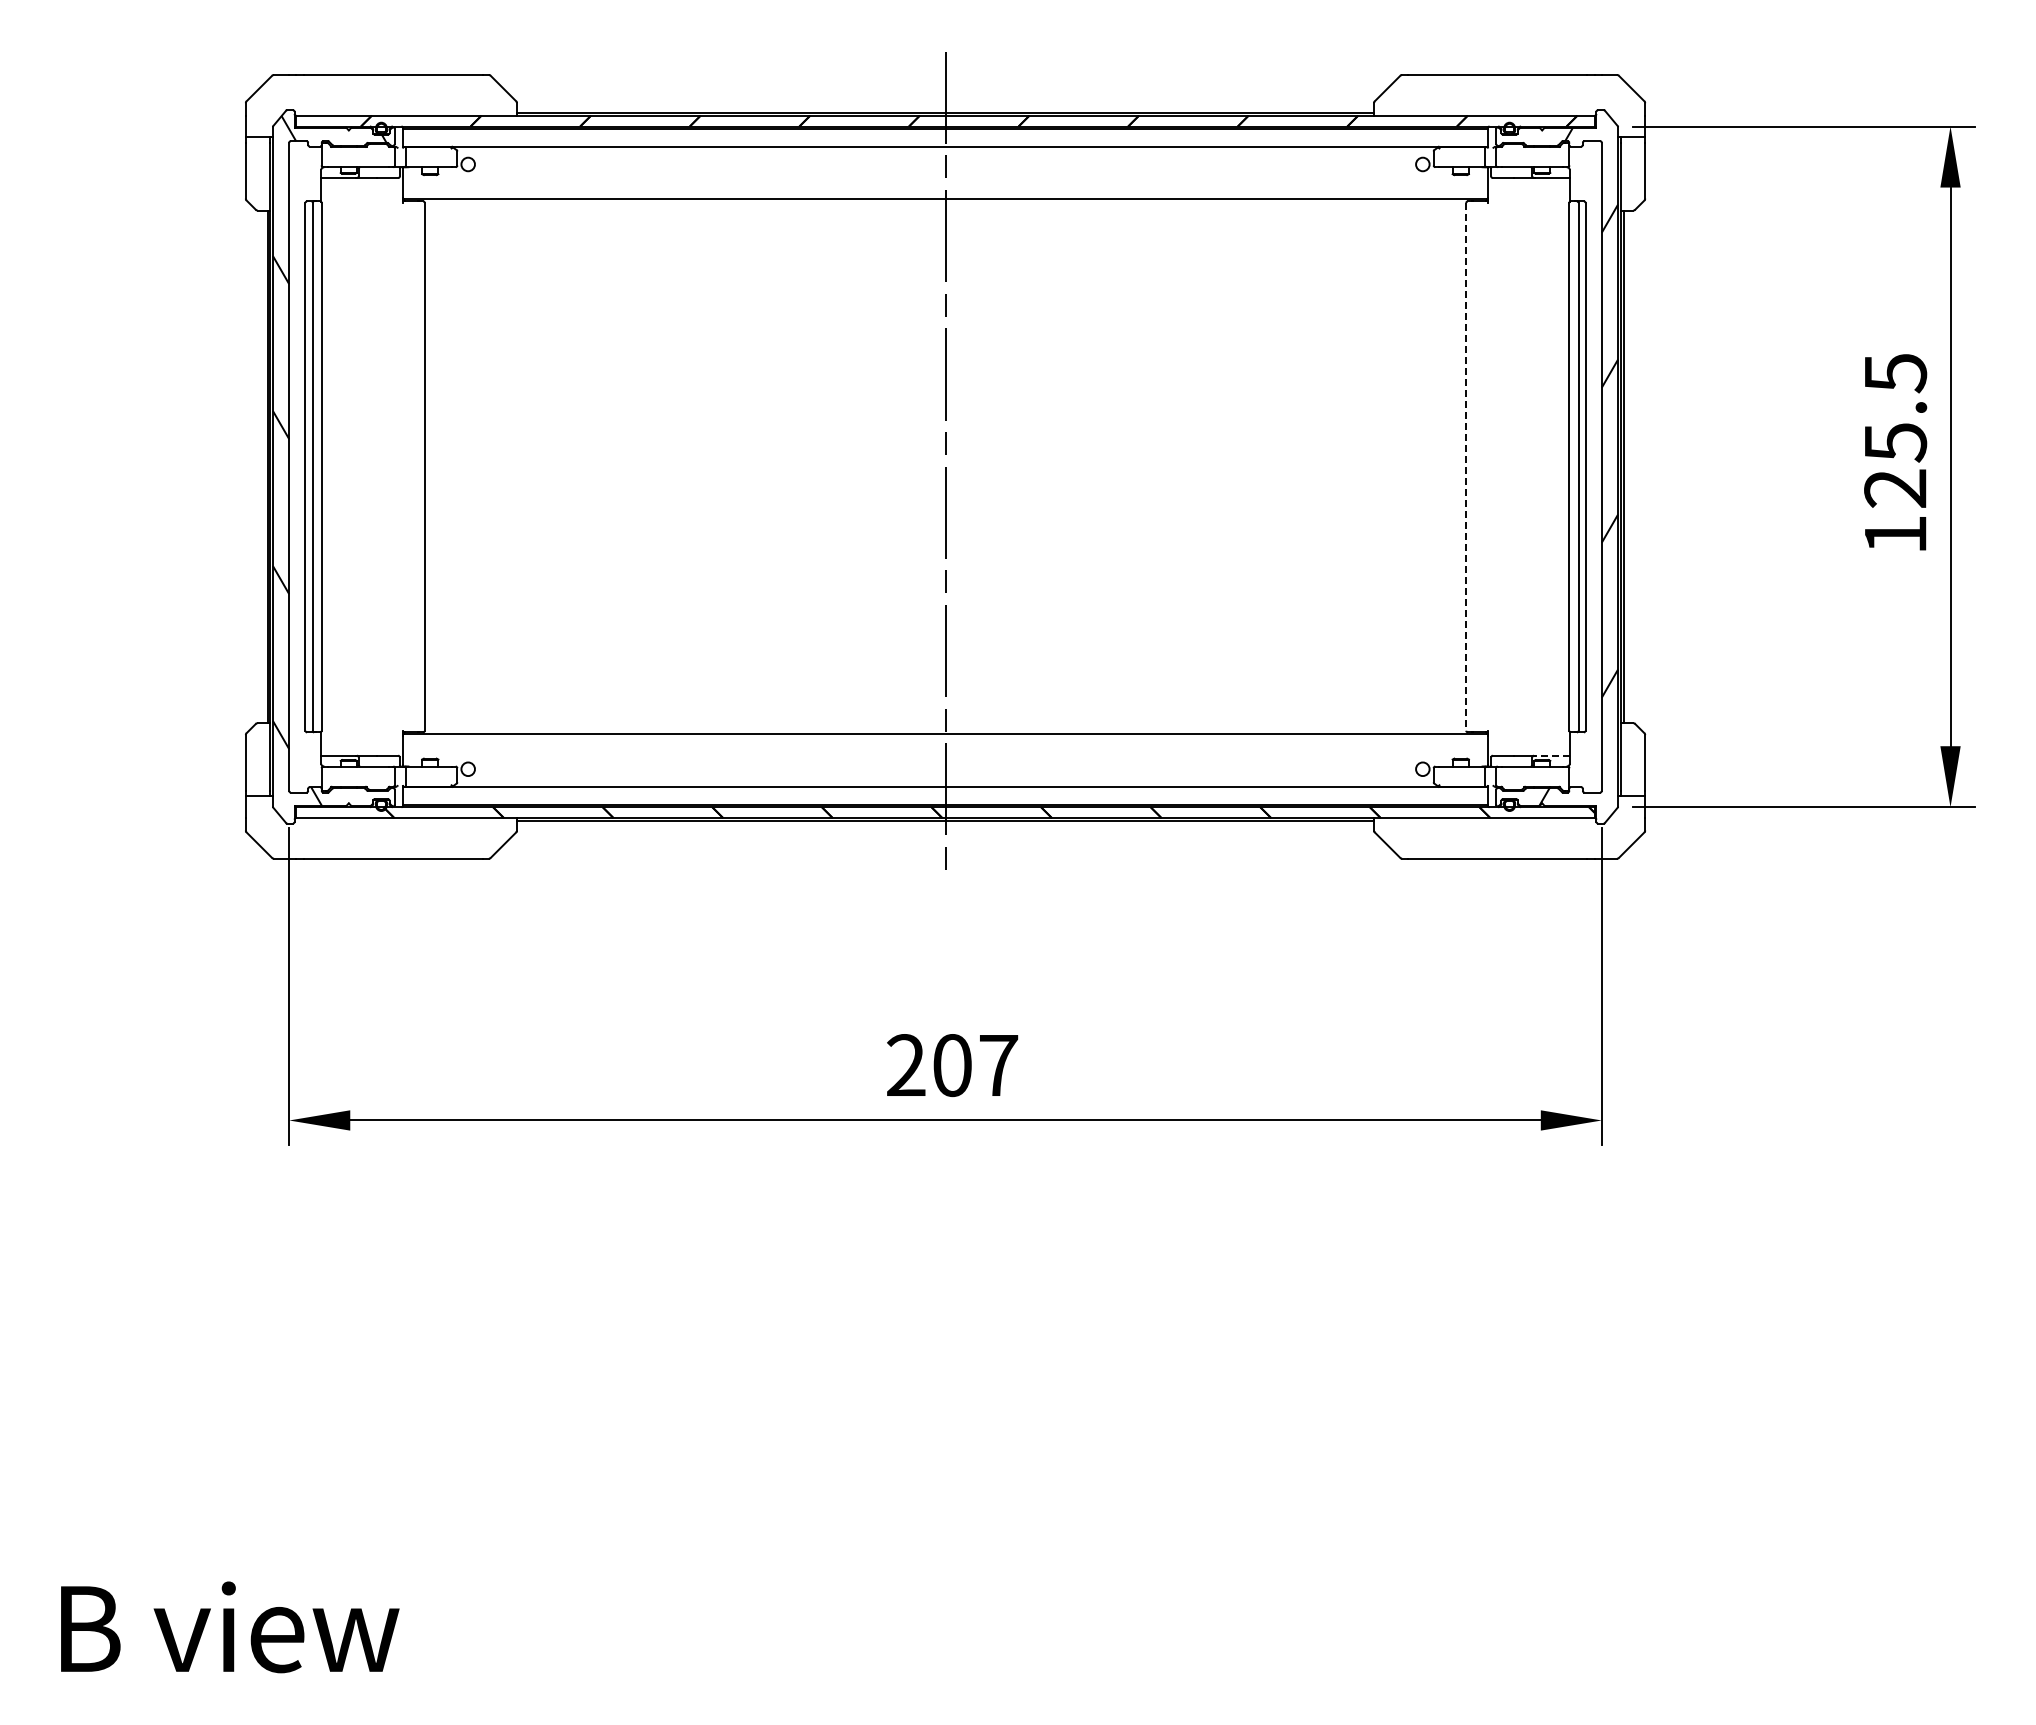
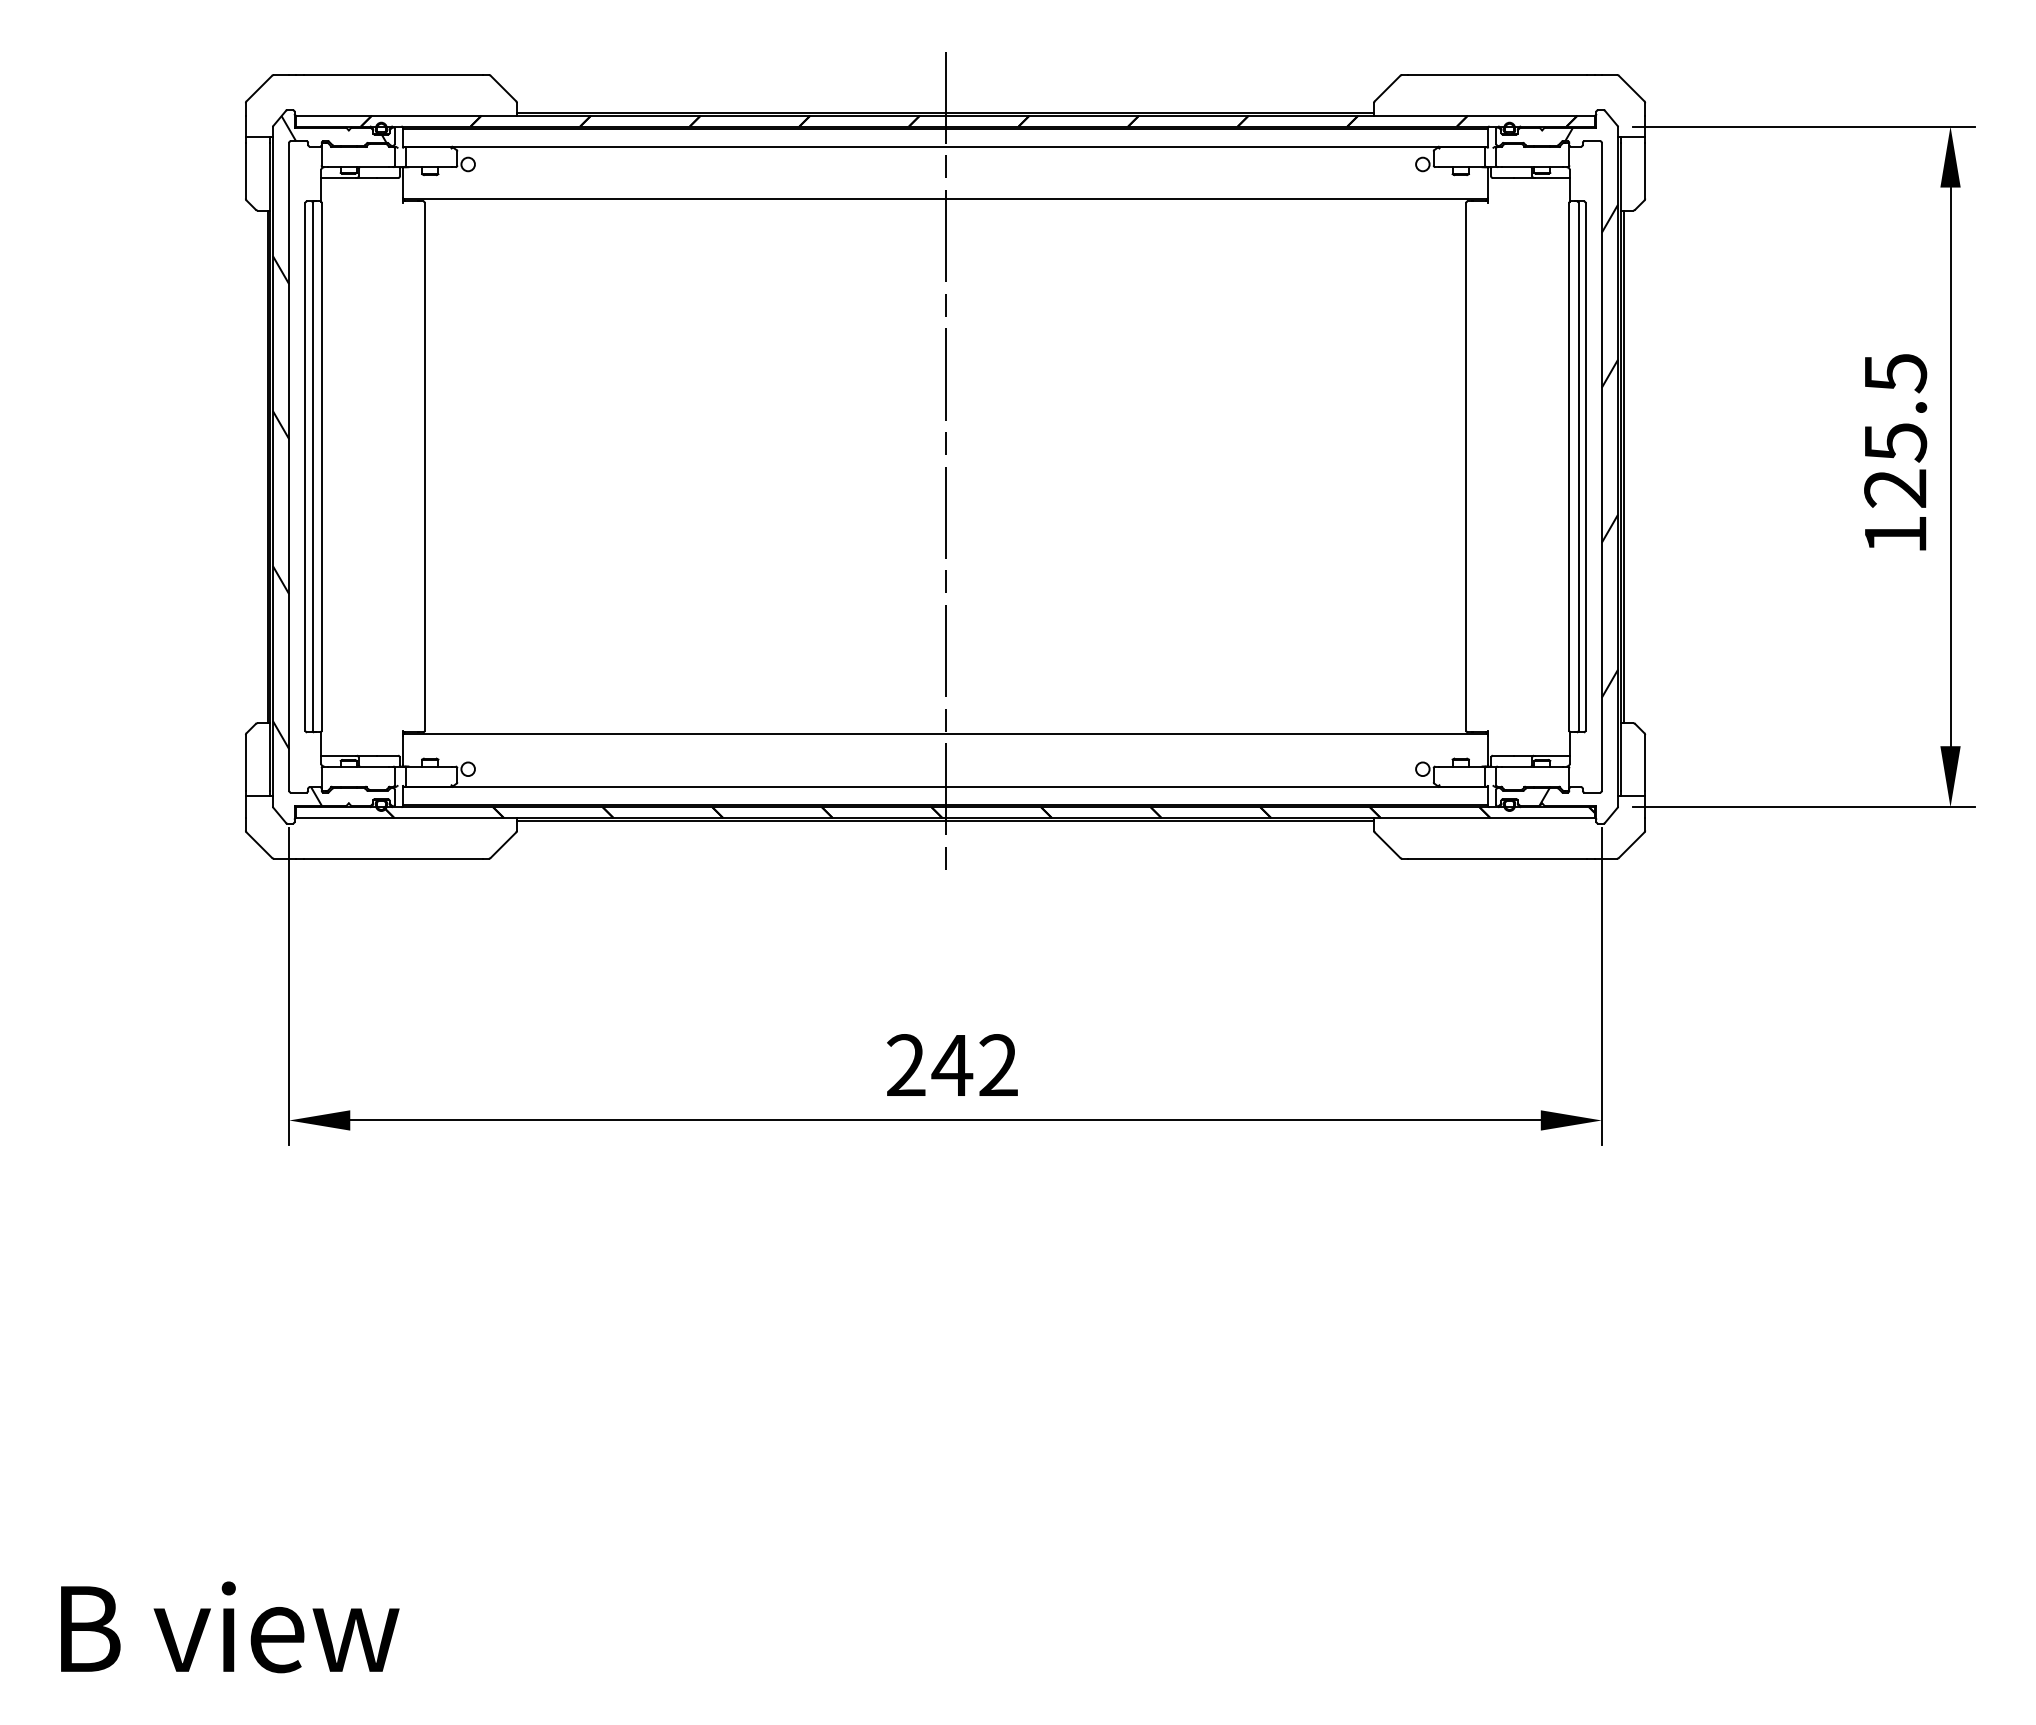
line at (1466, 466): dashed -> solid
line at (1551, 755): dashed -> solid
text at (974, 1065): 207 -> 242
